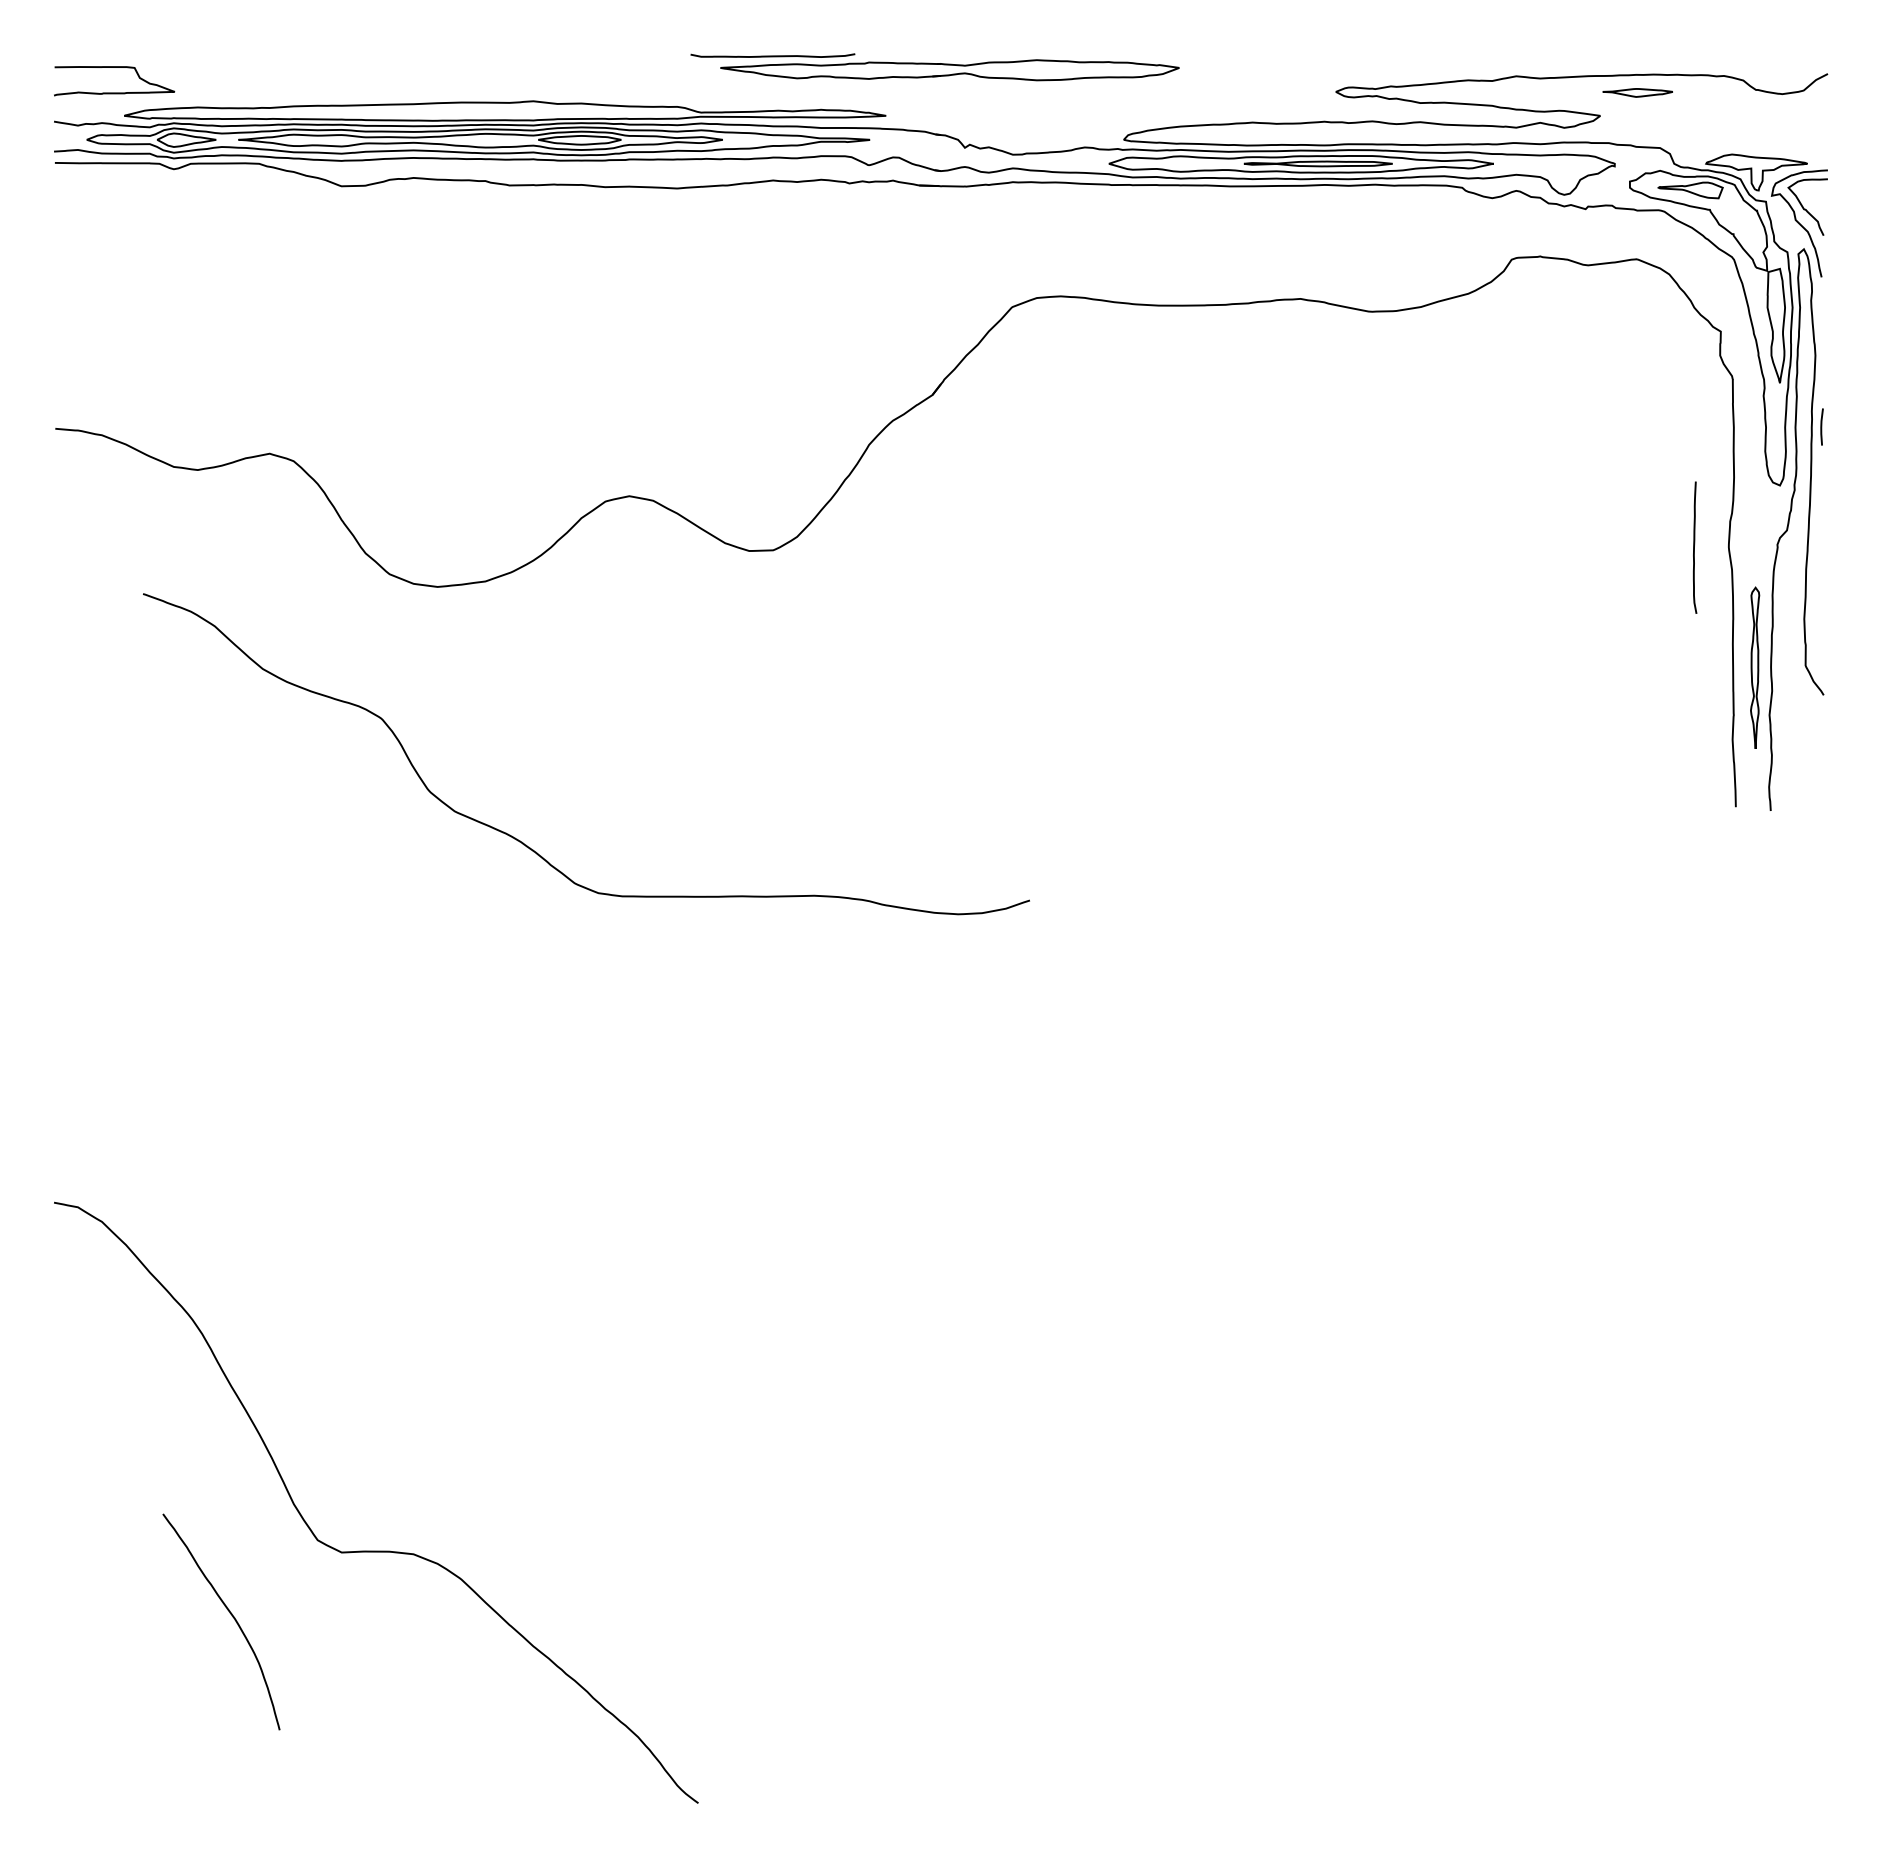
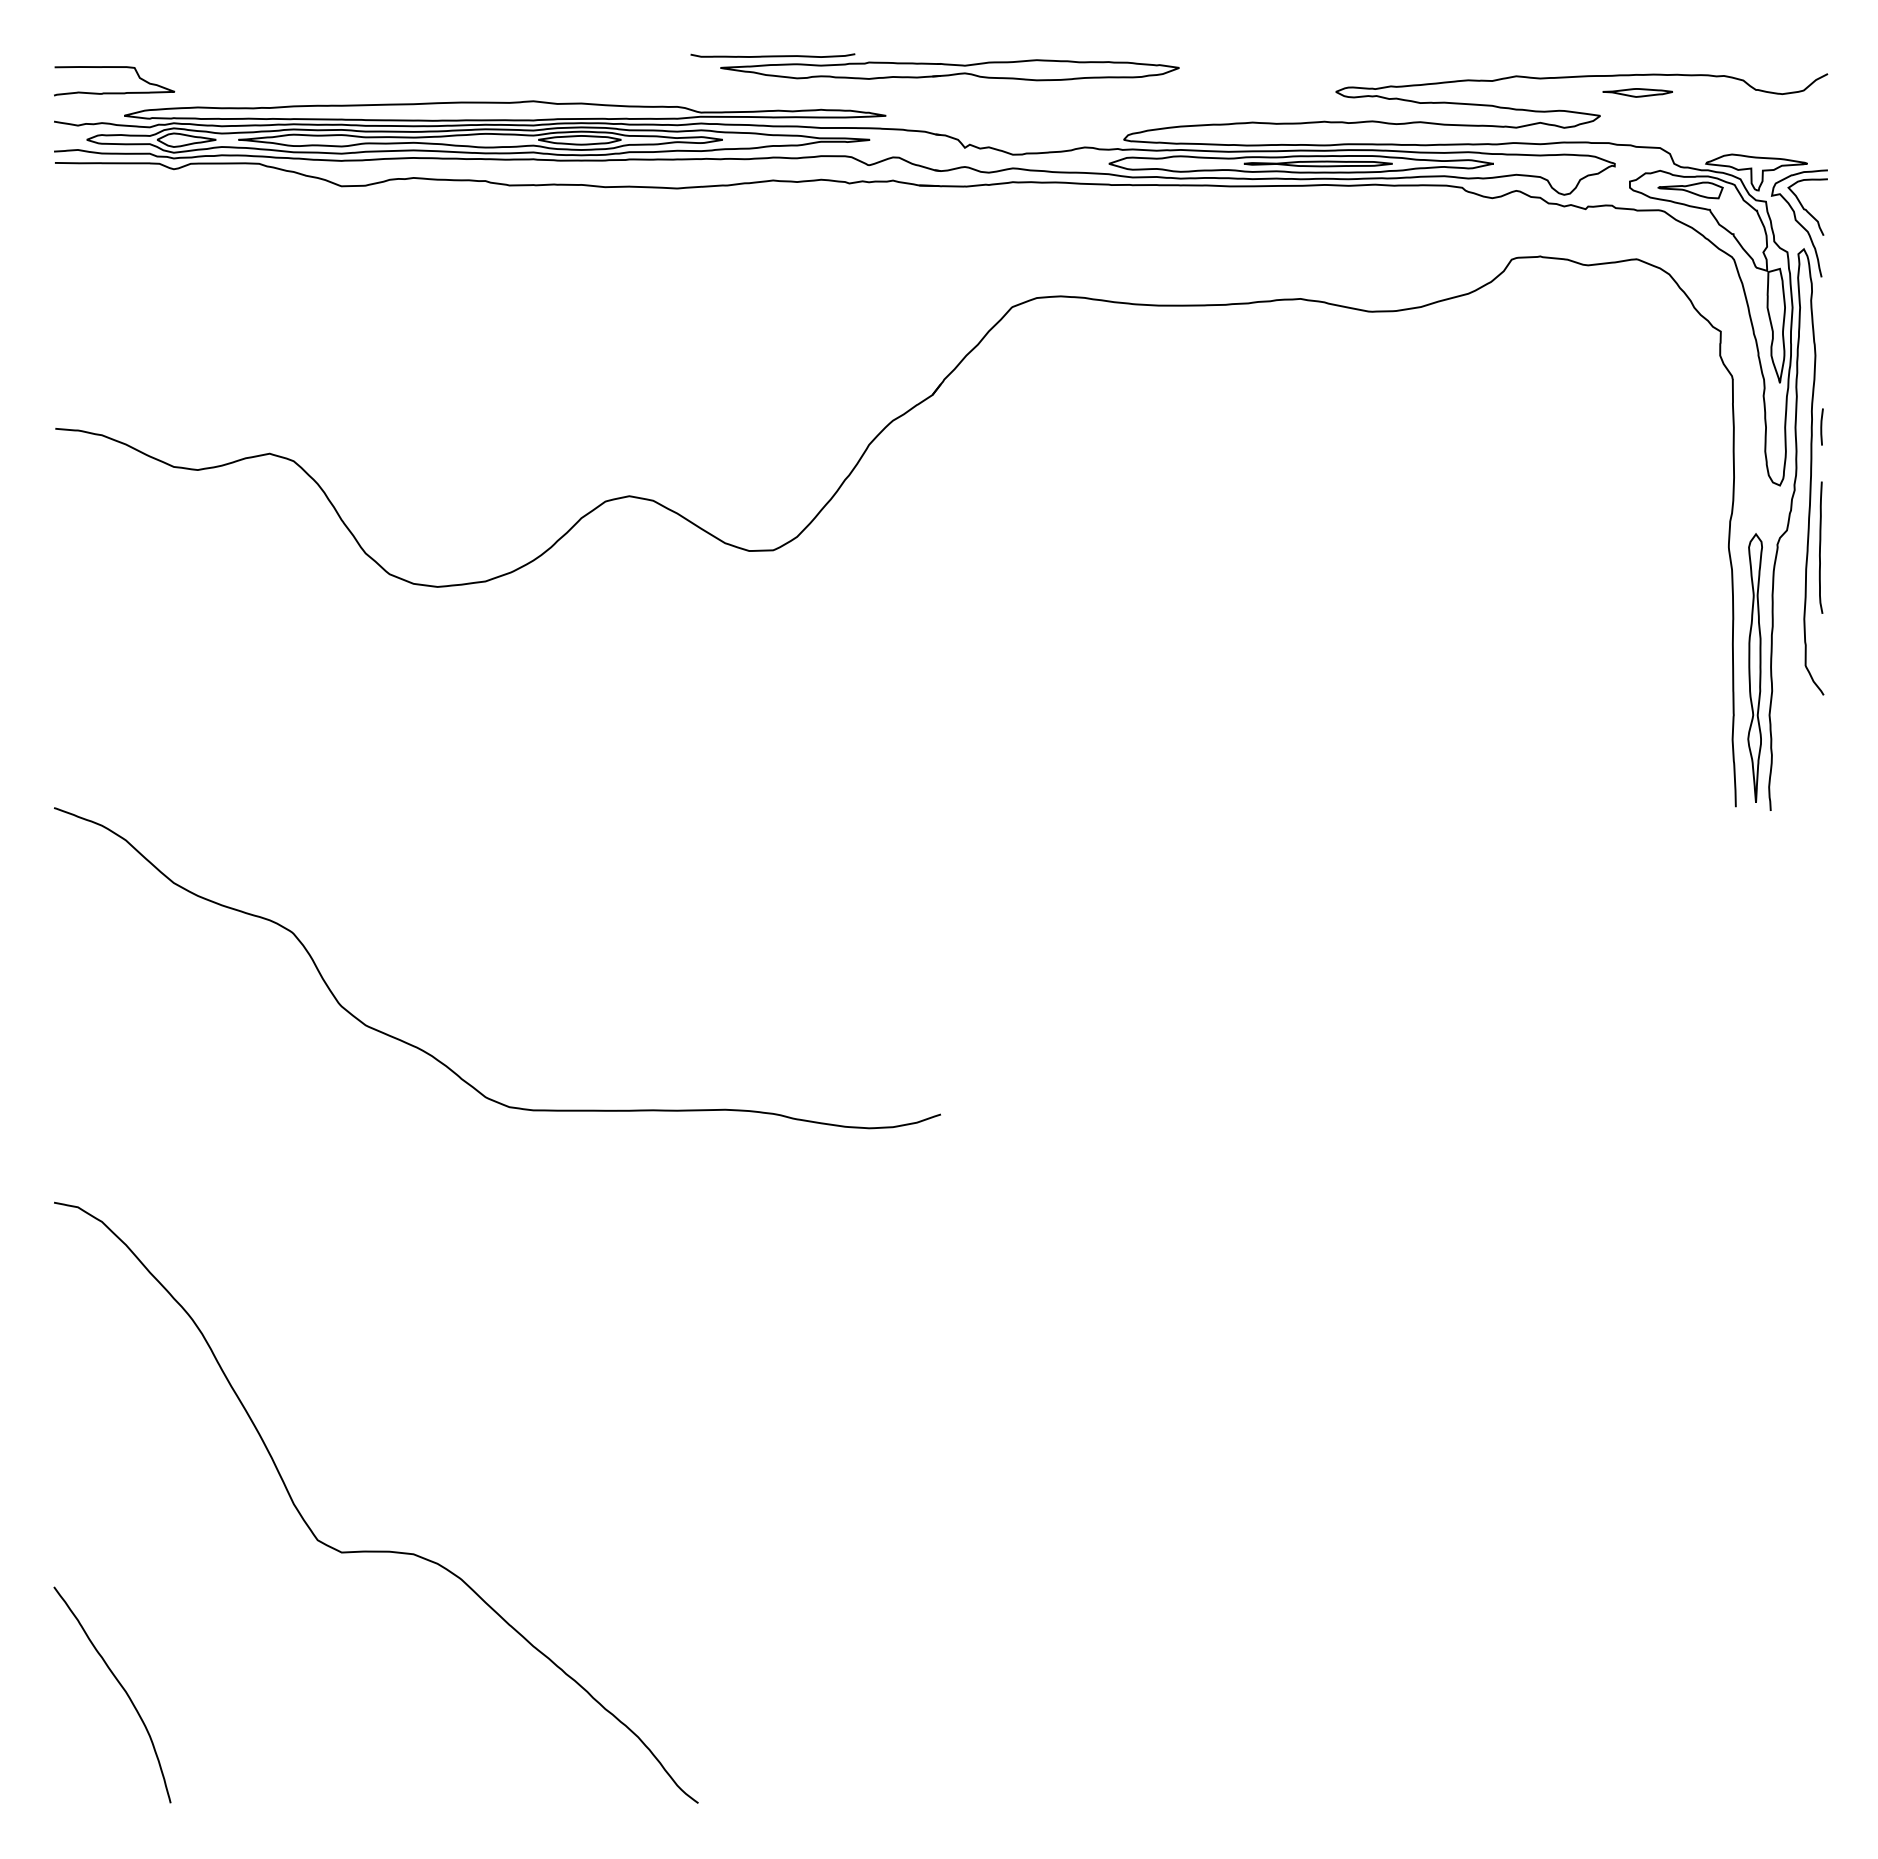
curve at (1694, 547) position: (1694, 547) -> (1820, 547)
part at (1755, 667) size: 11x163 px -> 16x270 px
curve at (526, 844) position: (526, 844) -> (437, 1058)
curve at (229, 1613) position: (229, 1613) -> (120, 1686)
